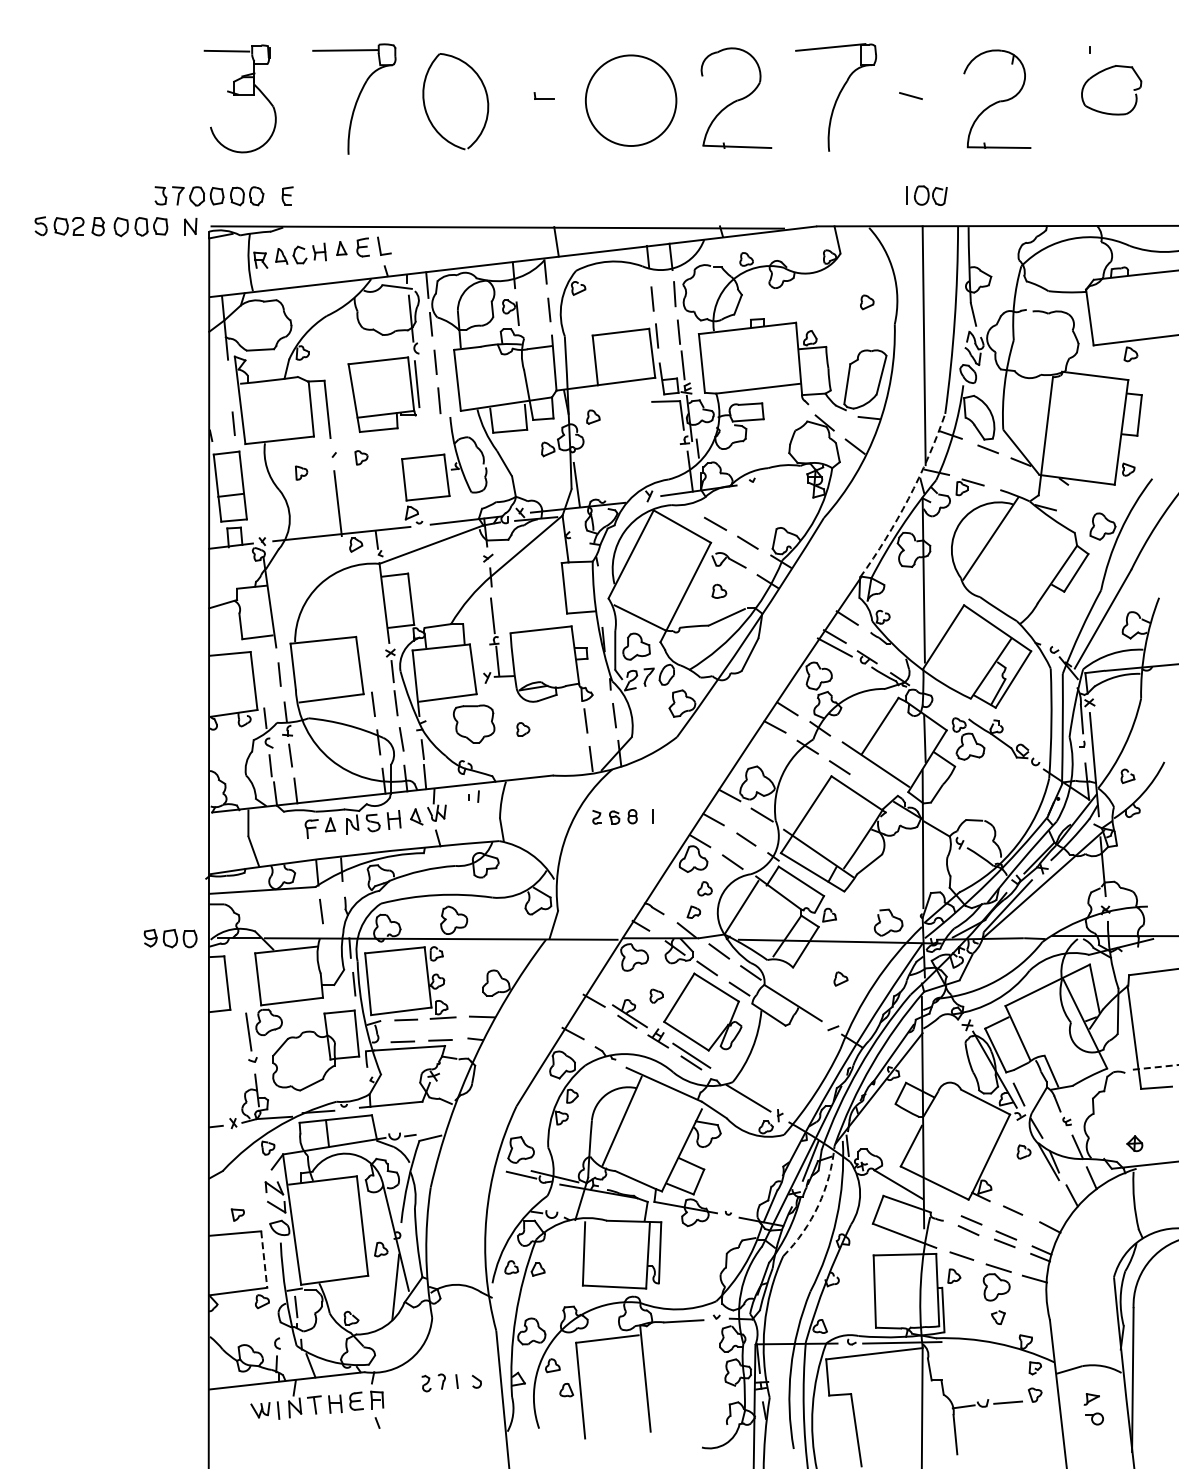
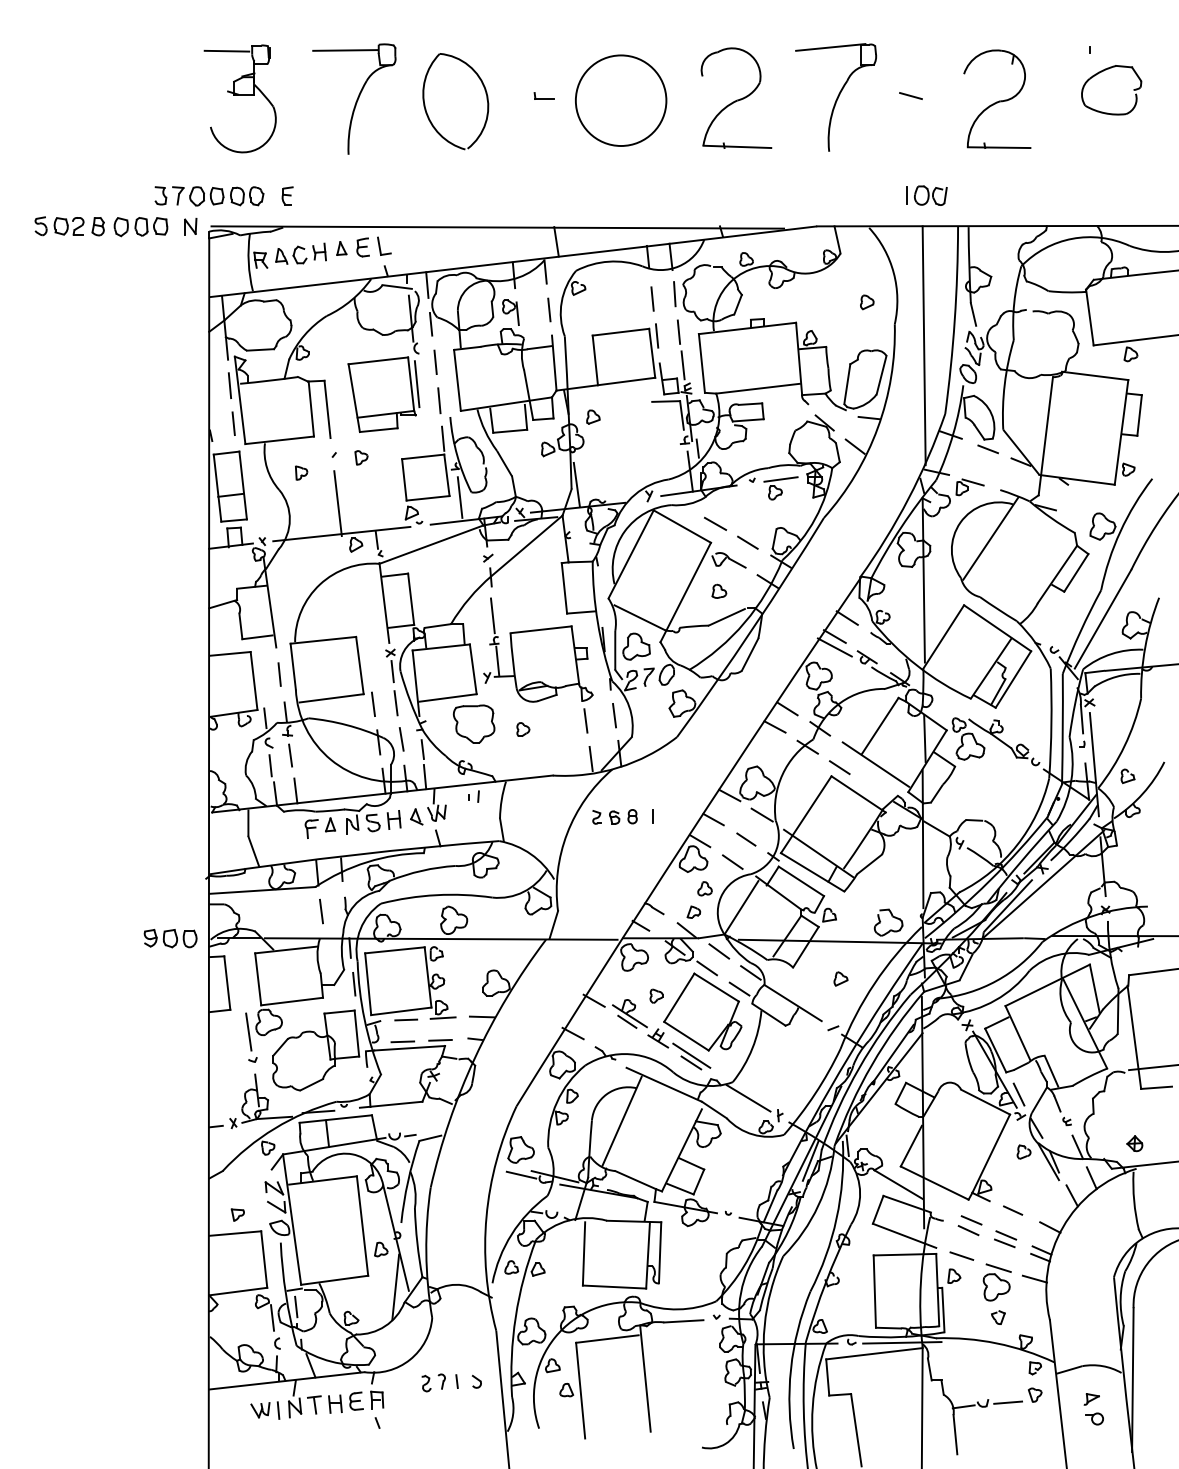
circle at (631, 100) position: (631, 100) -> (621, 100)
line at (229, 385): none -> present
line at (443, 438): none -> present
part at (780, 488): none -> present
line at (459, 497): none -> present
arc at (908, 498): dashed -> solid
line at (1153, 1067): dashed -> solid
arc at (818, 1205): dashed -> solid
line at (264, 1260): dashed -> solid
line at (272, 1317): none -> present
